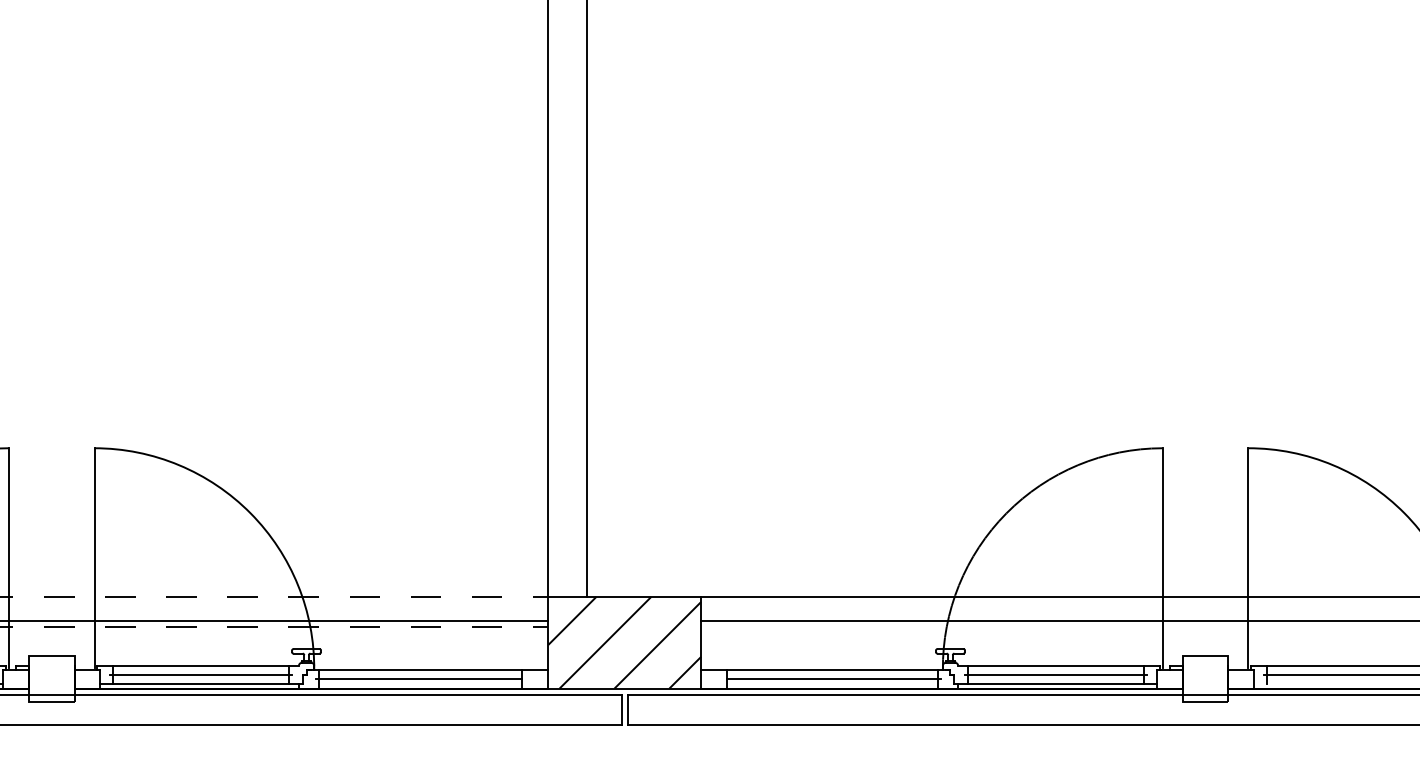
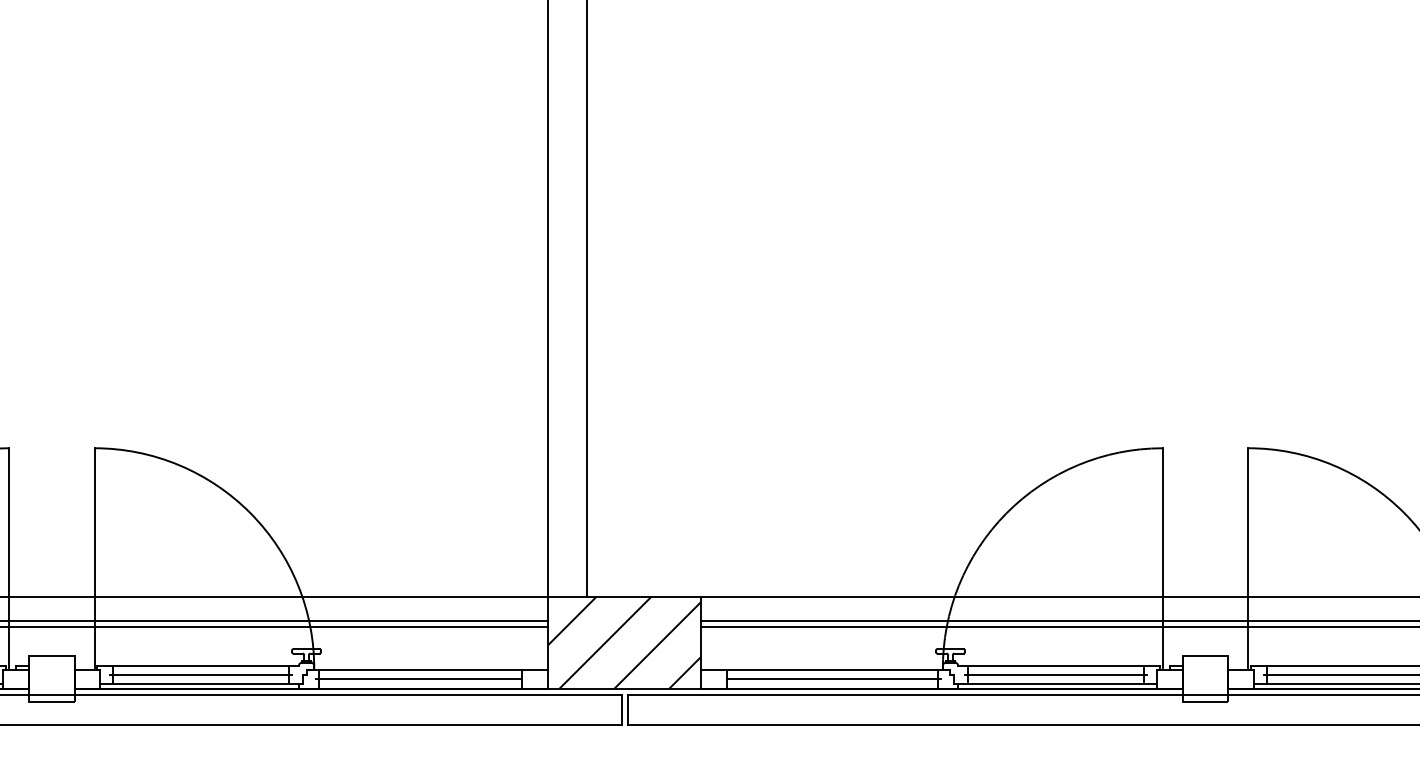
line at (274, 596): dashed -> solid
line at (274, 627): dashed -> solid
line at (1058, 627): none -> present
line at (1335, 683): none -> present
